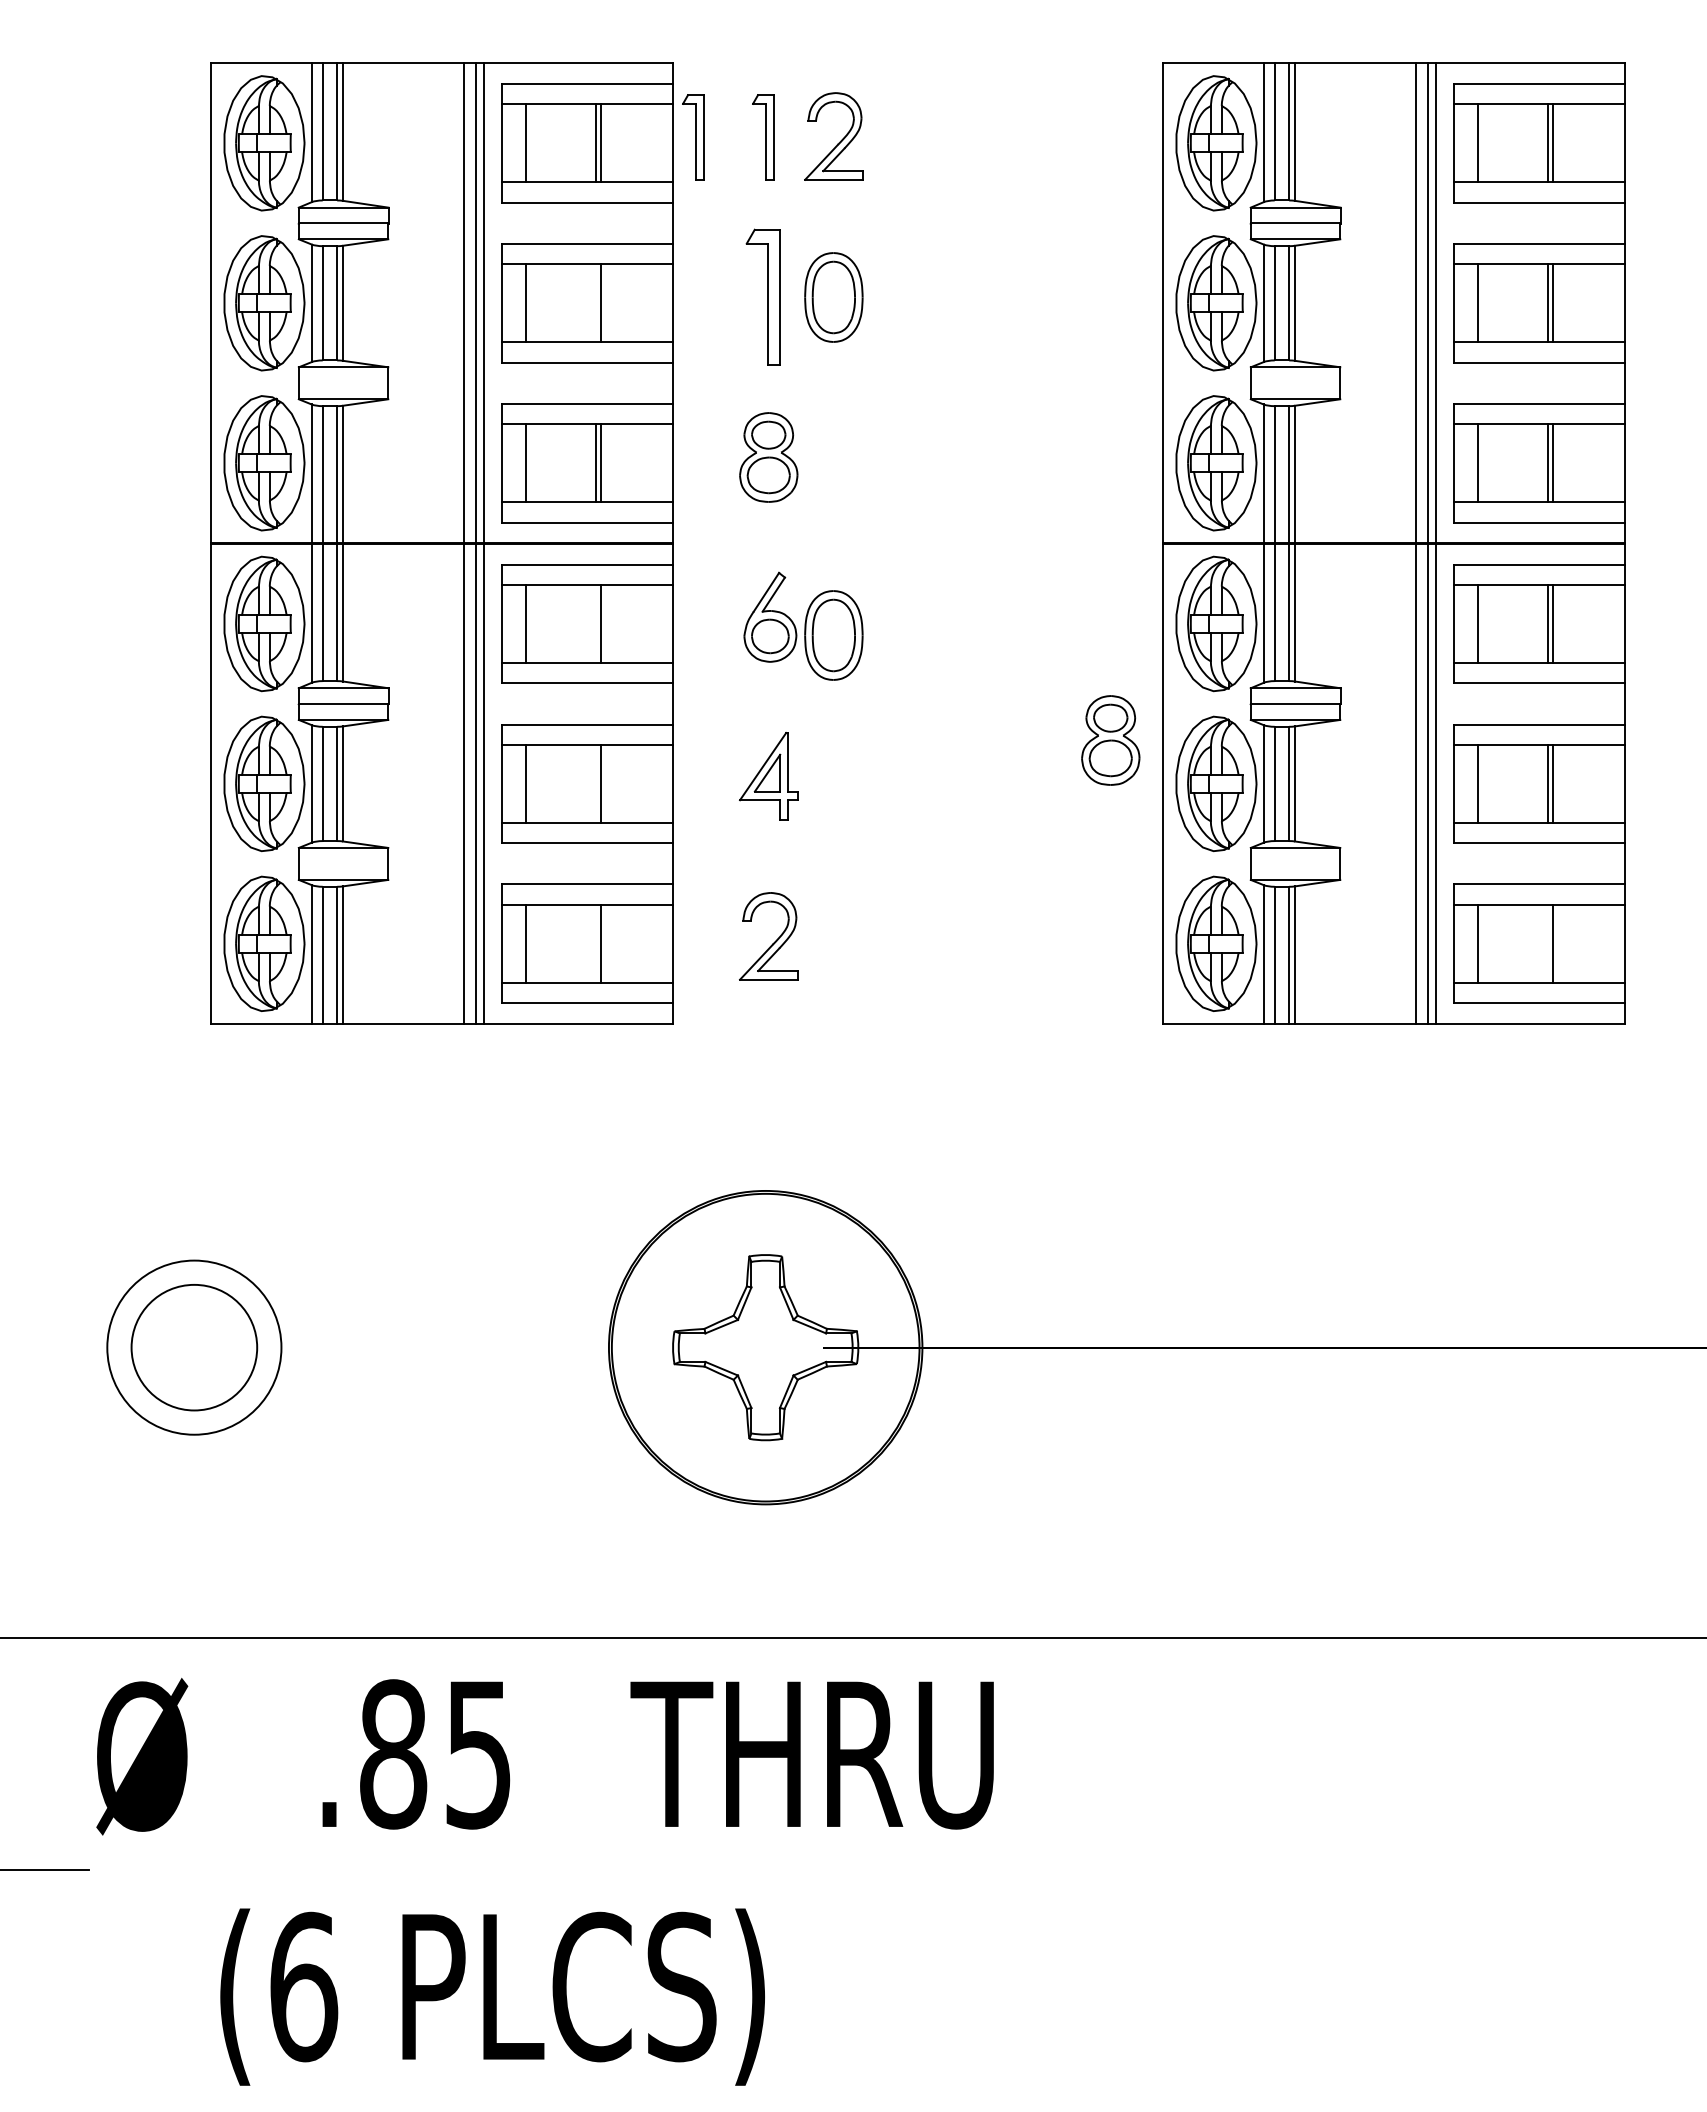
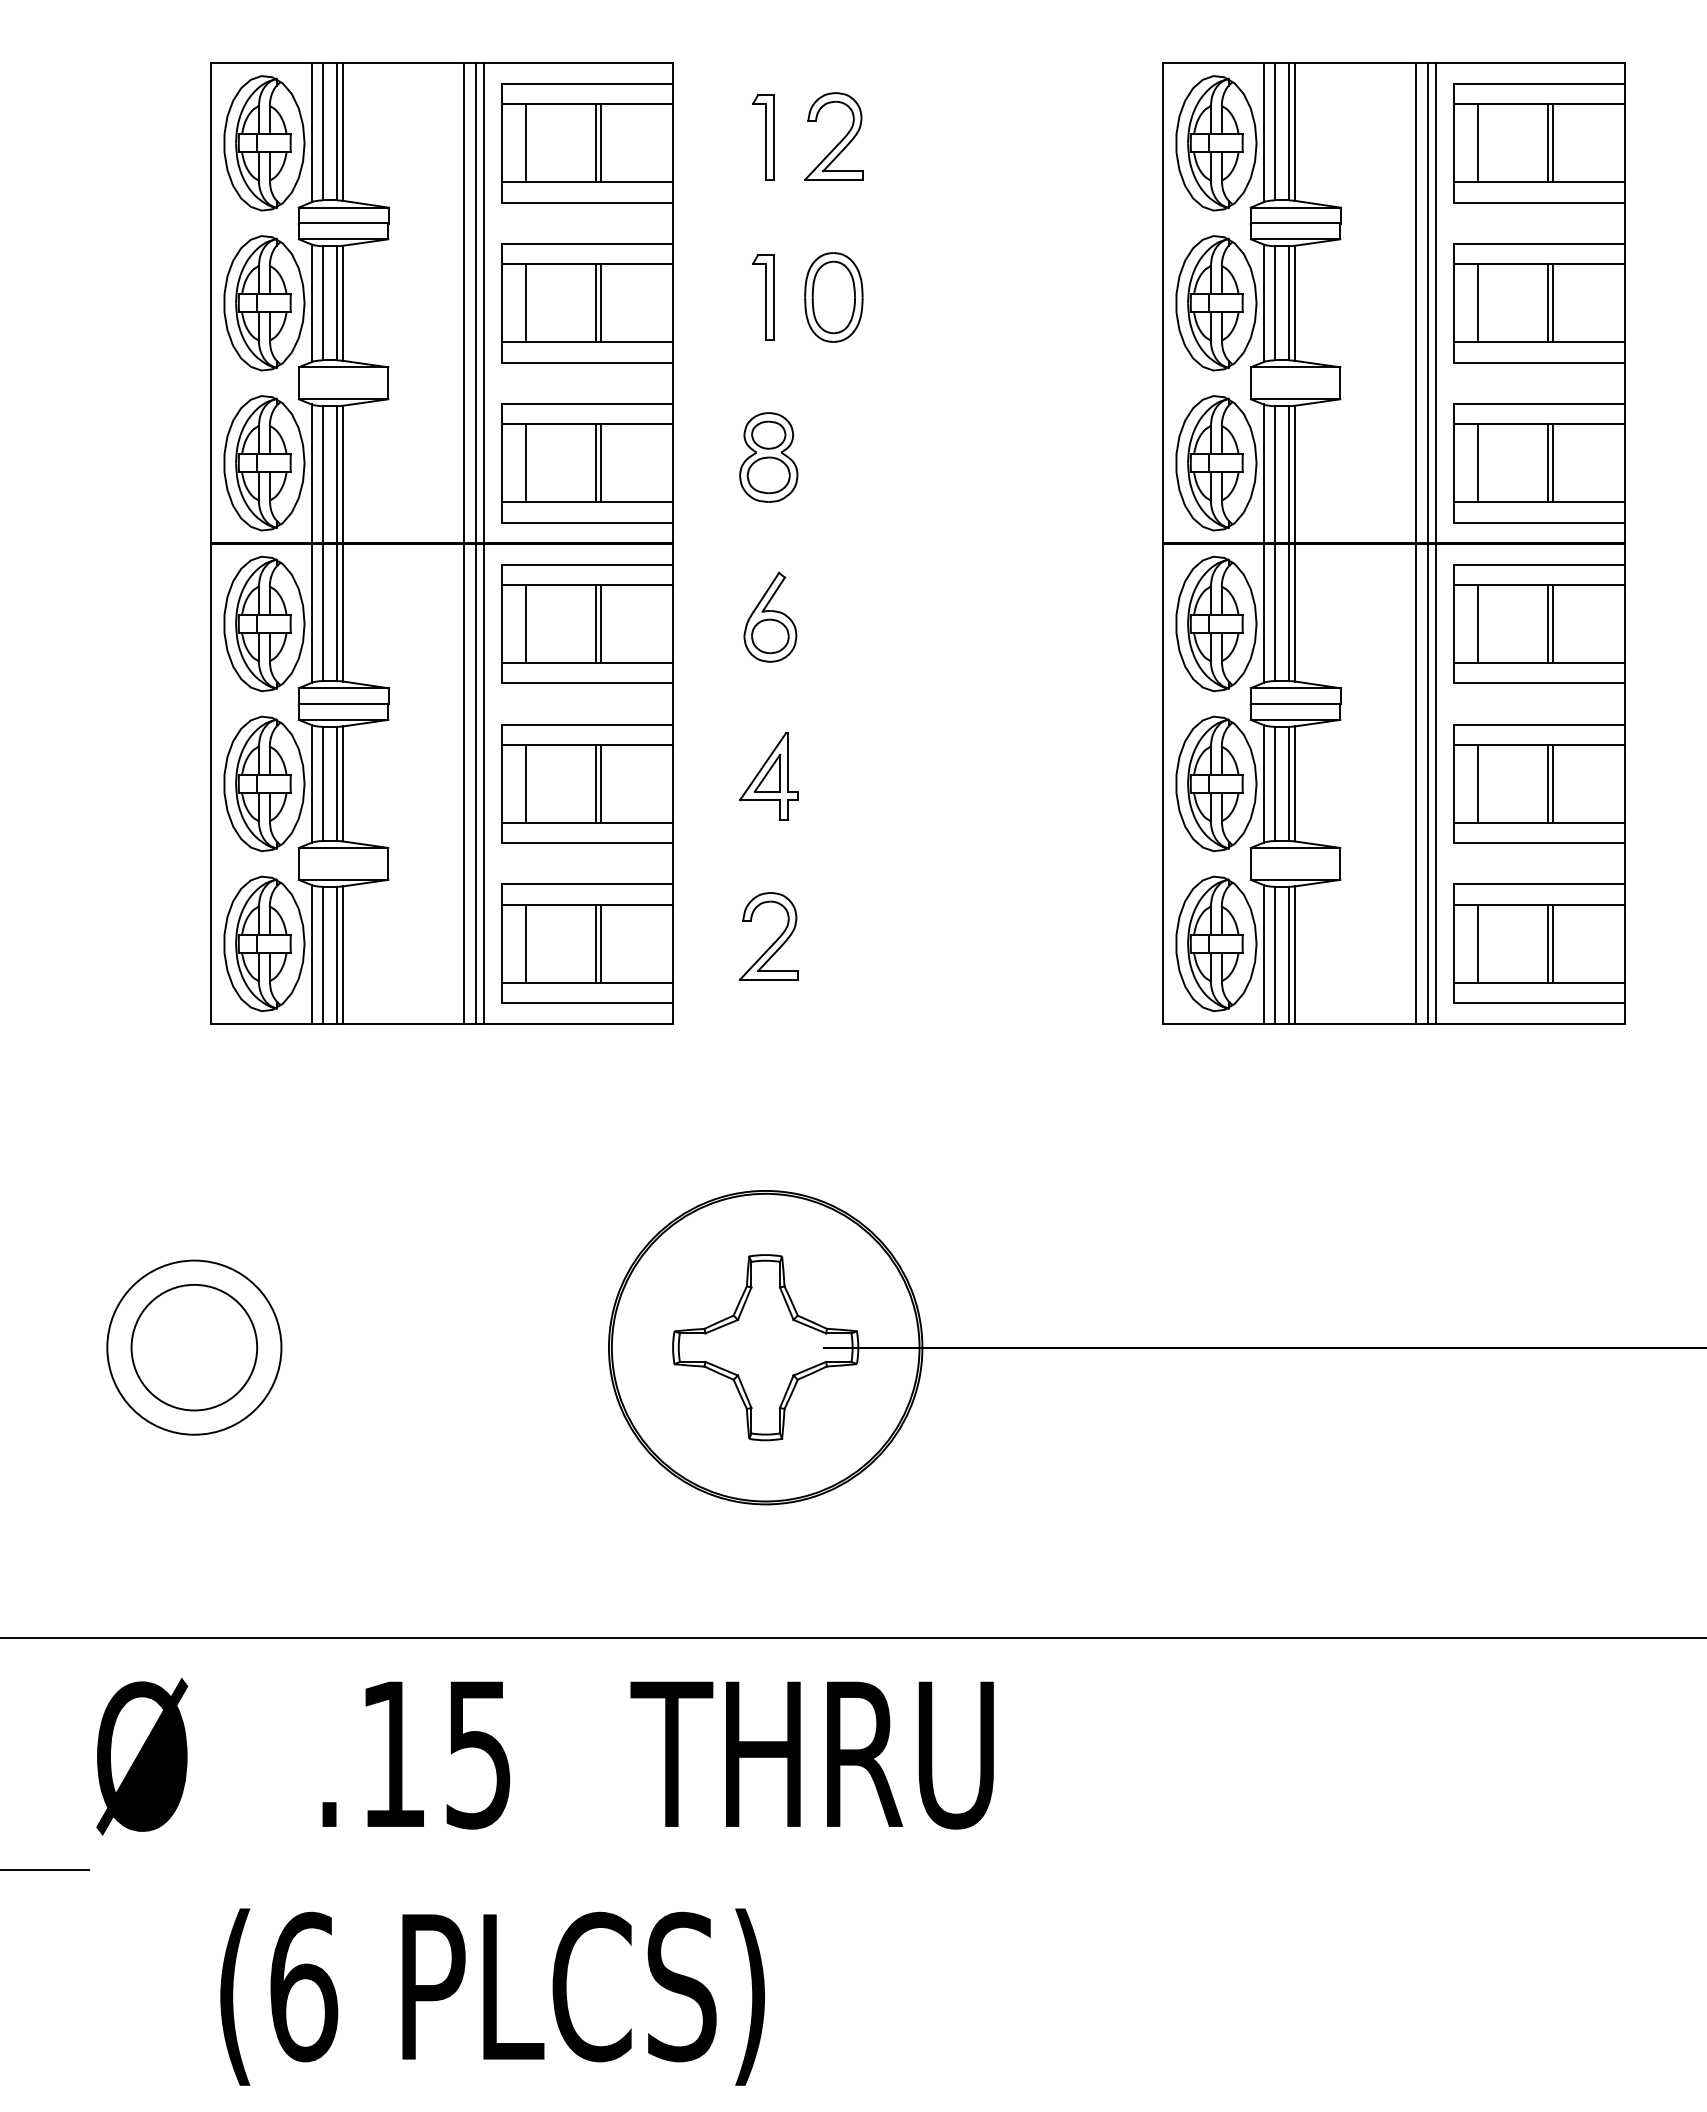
part at (693, 137): present -> none
part at (762, 296) size: 36x138 px -> 23x87 px
line at (596, 303): none -> present
line at (596, 623): none -> present
part at (833, 635): present -> none
part at (1110, 740): present -> none
line at (596, 783): none -> present
line at (596, 943): none -> present
line at (1548, 943): none -> present
text at (393, 1754): .85 -> .15
